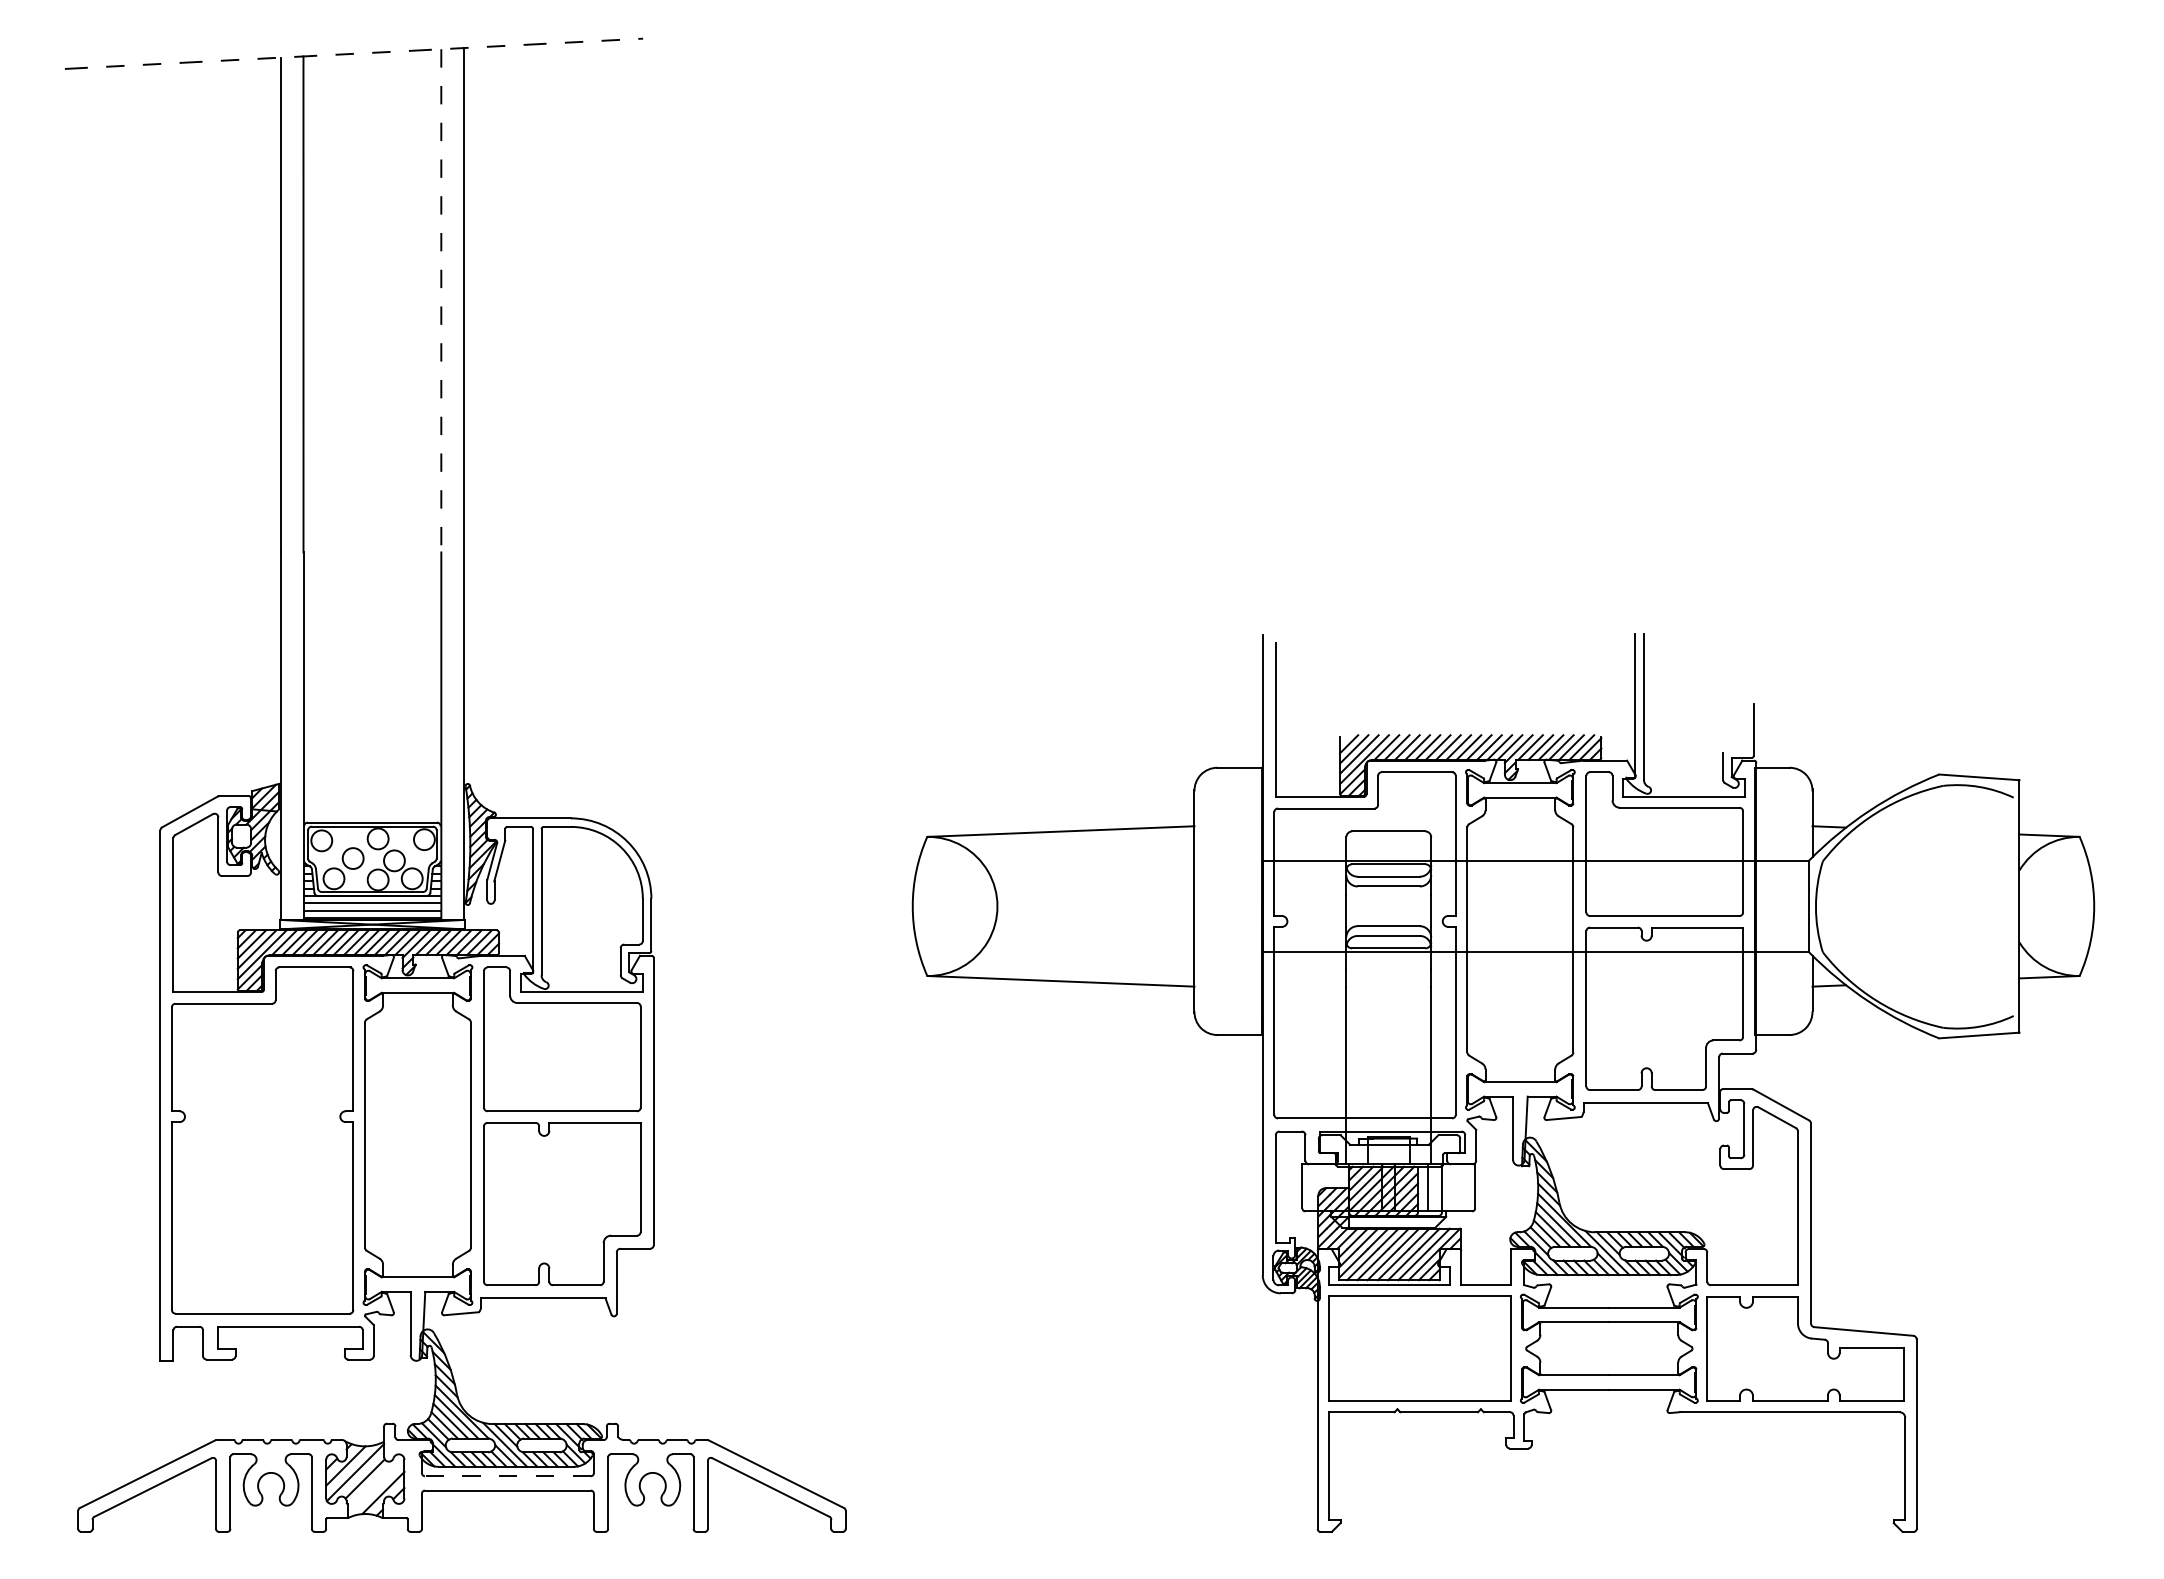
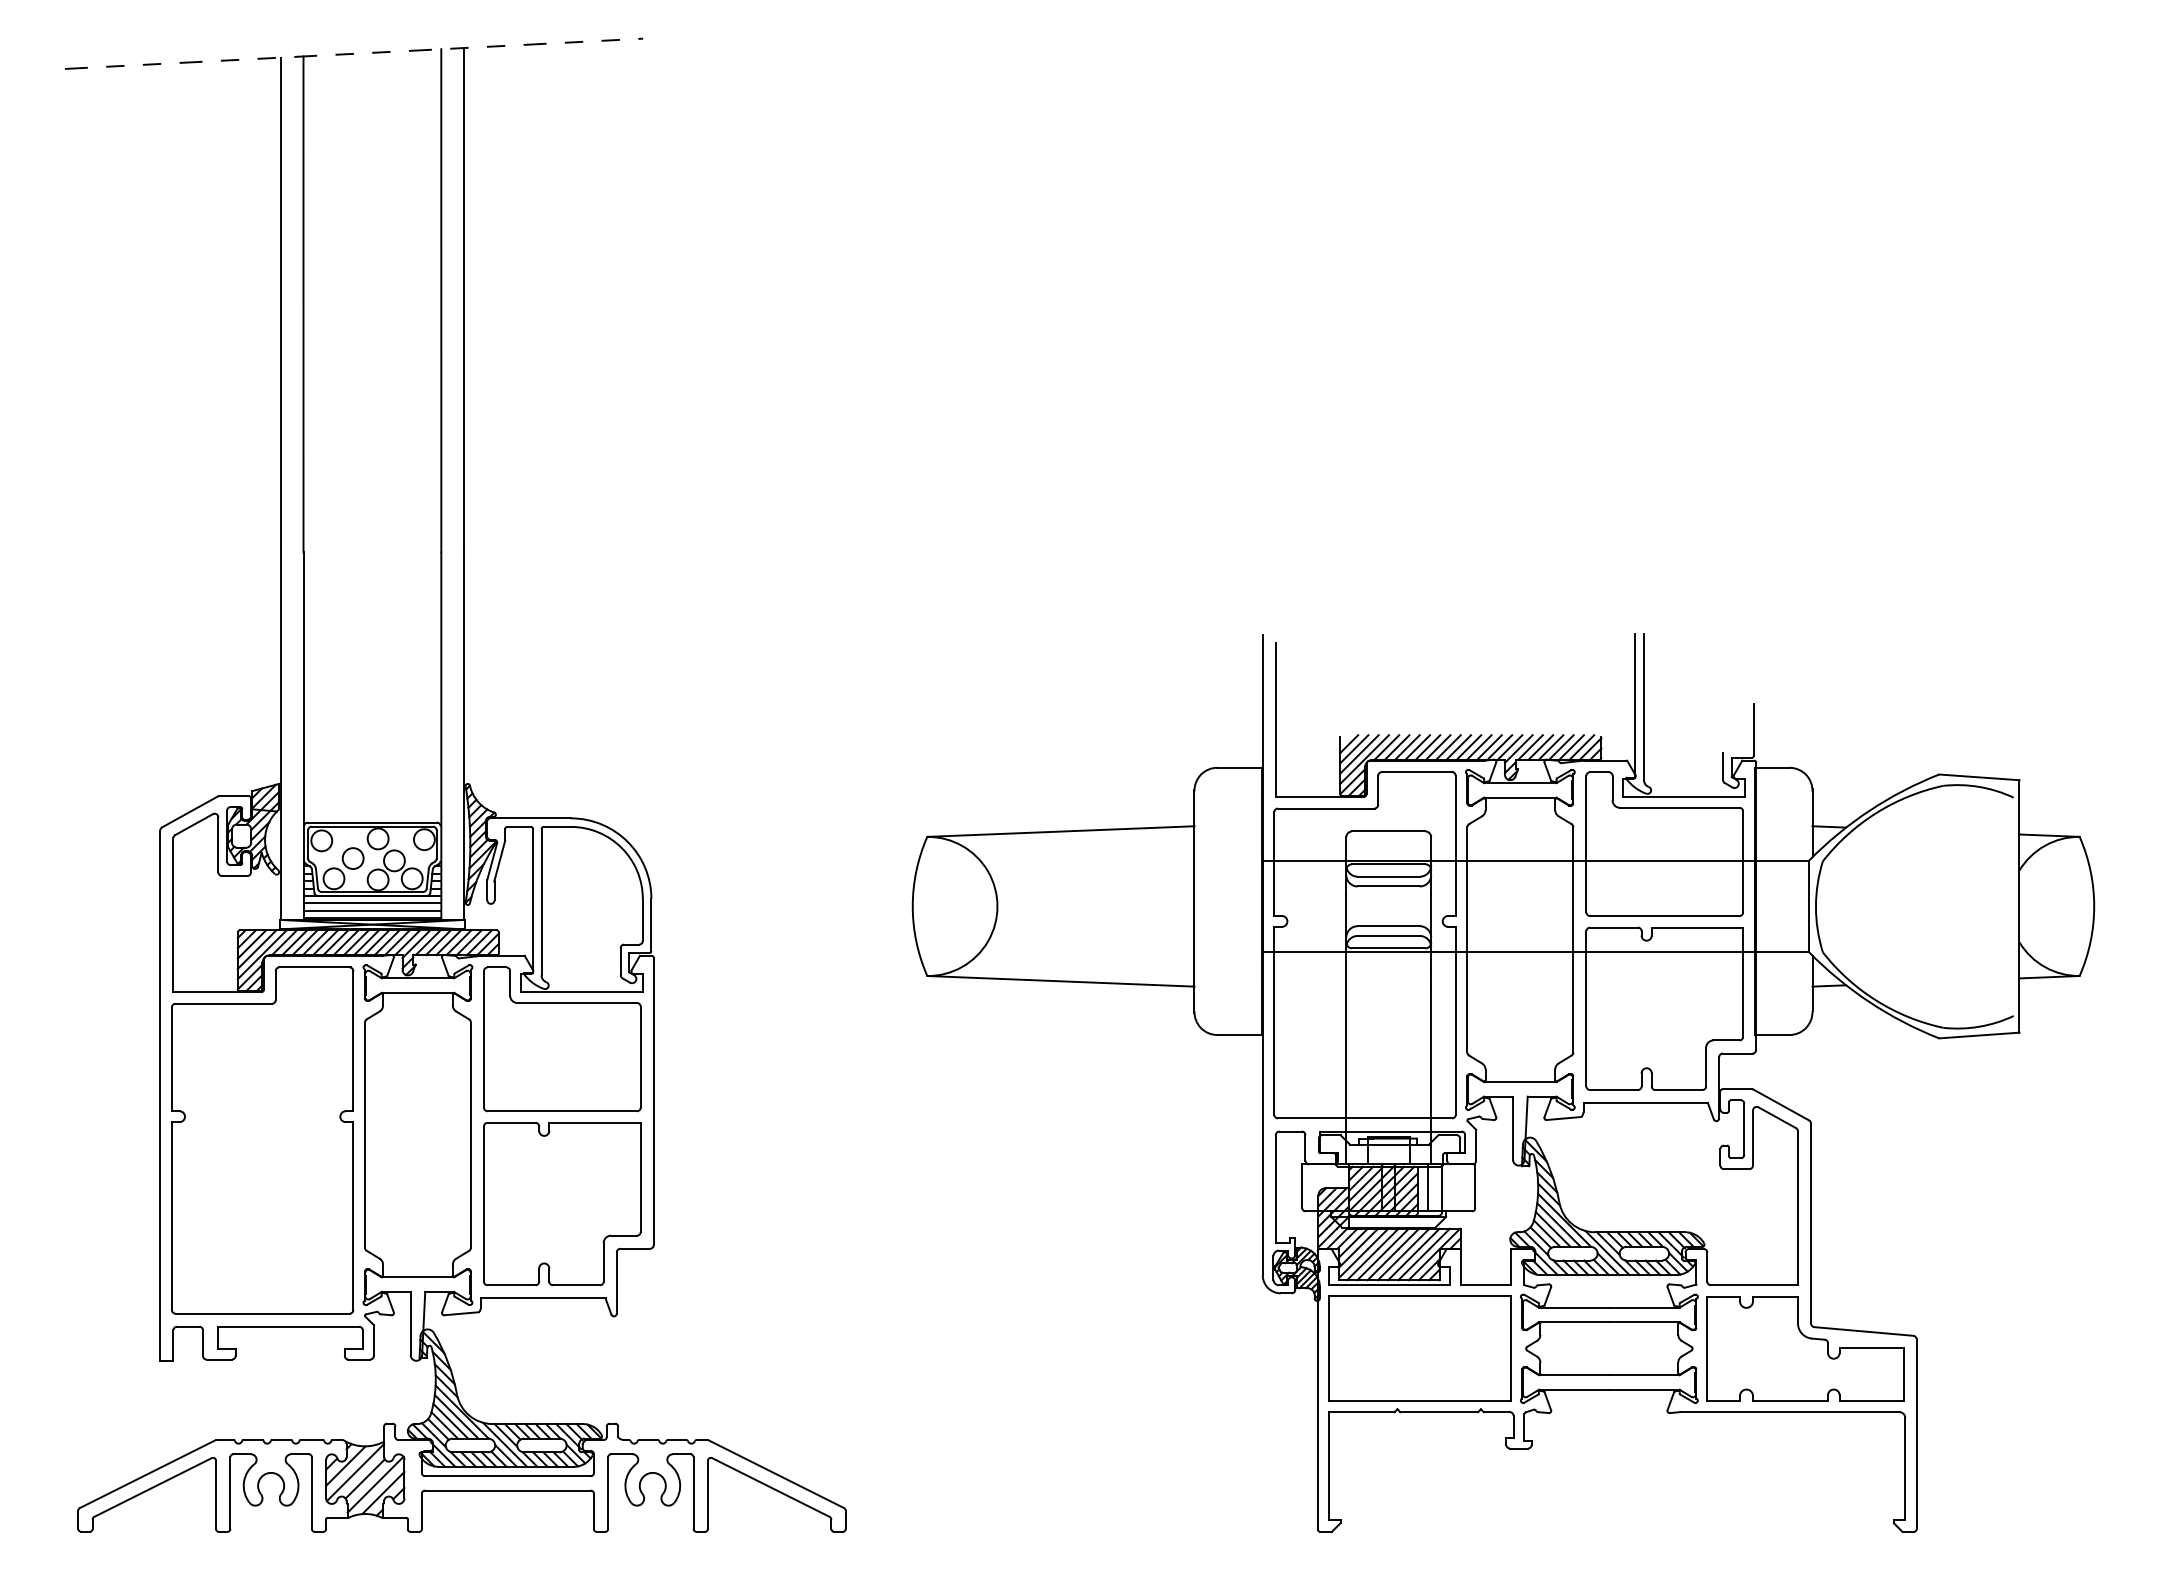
line at (441, 300): dashed -> solid
line at (507, 1476): dashed -> solid
line at (375, 1484): none -> present
